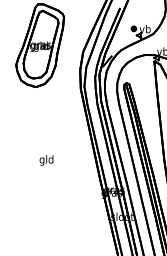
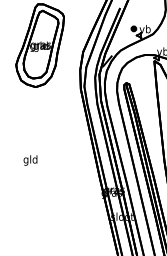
text at (46, 160) position: (46, 160) -> (30, 160)
